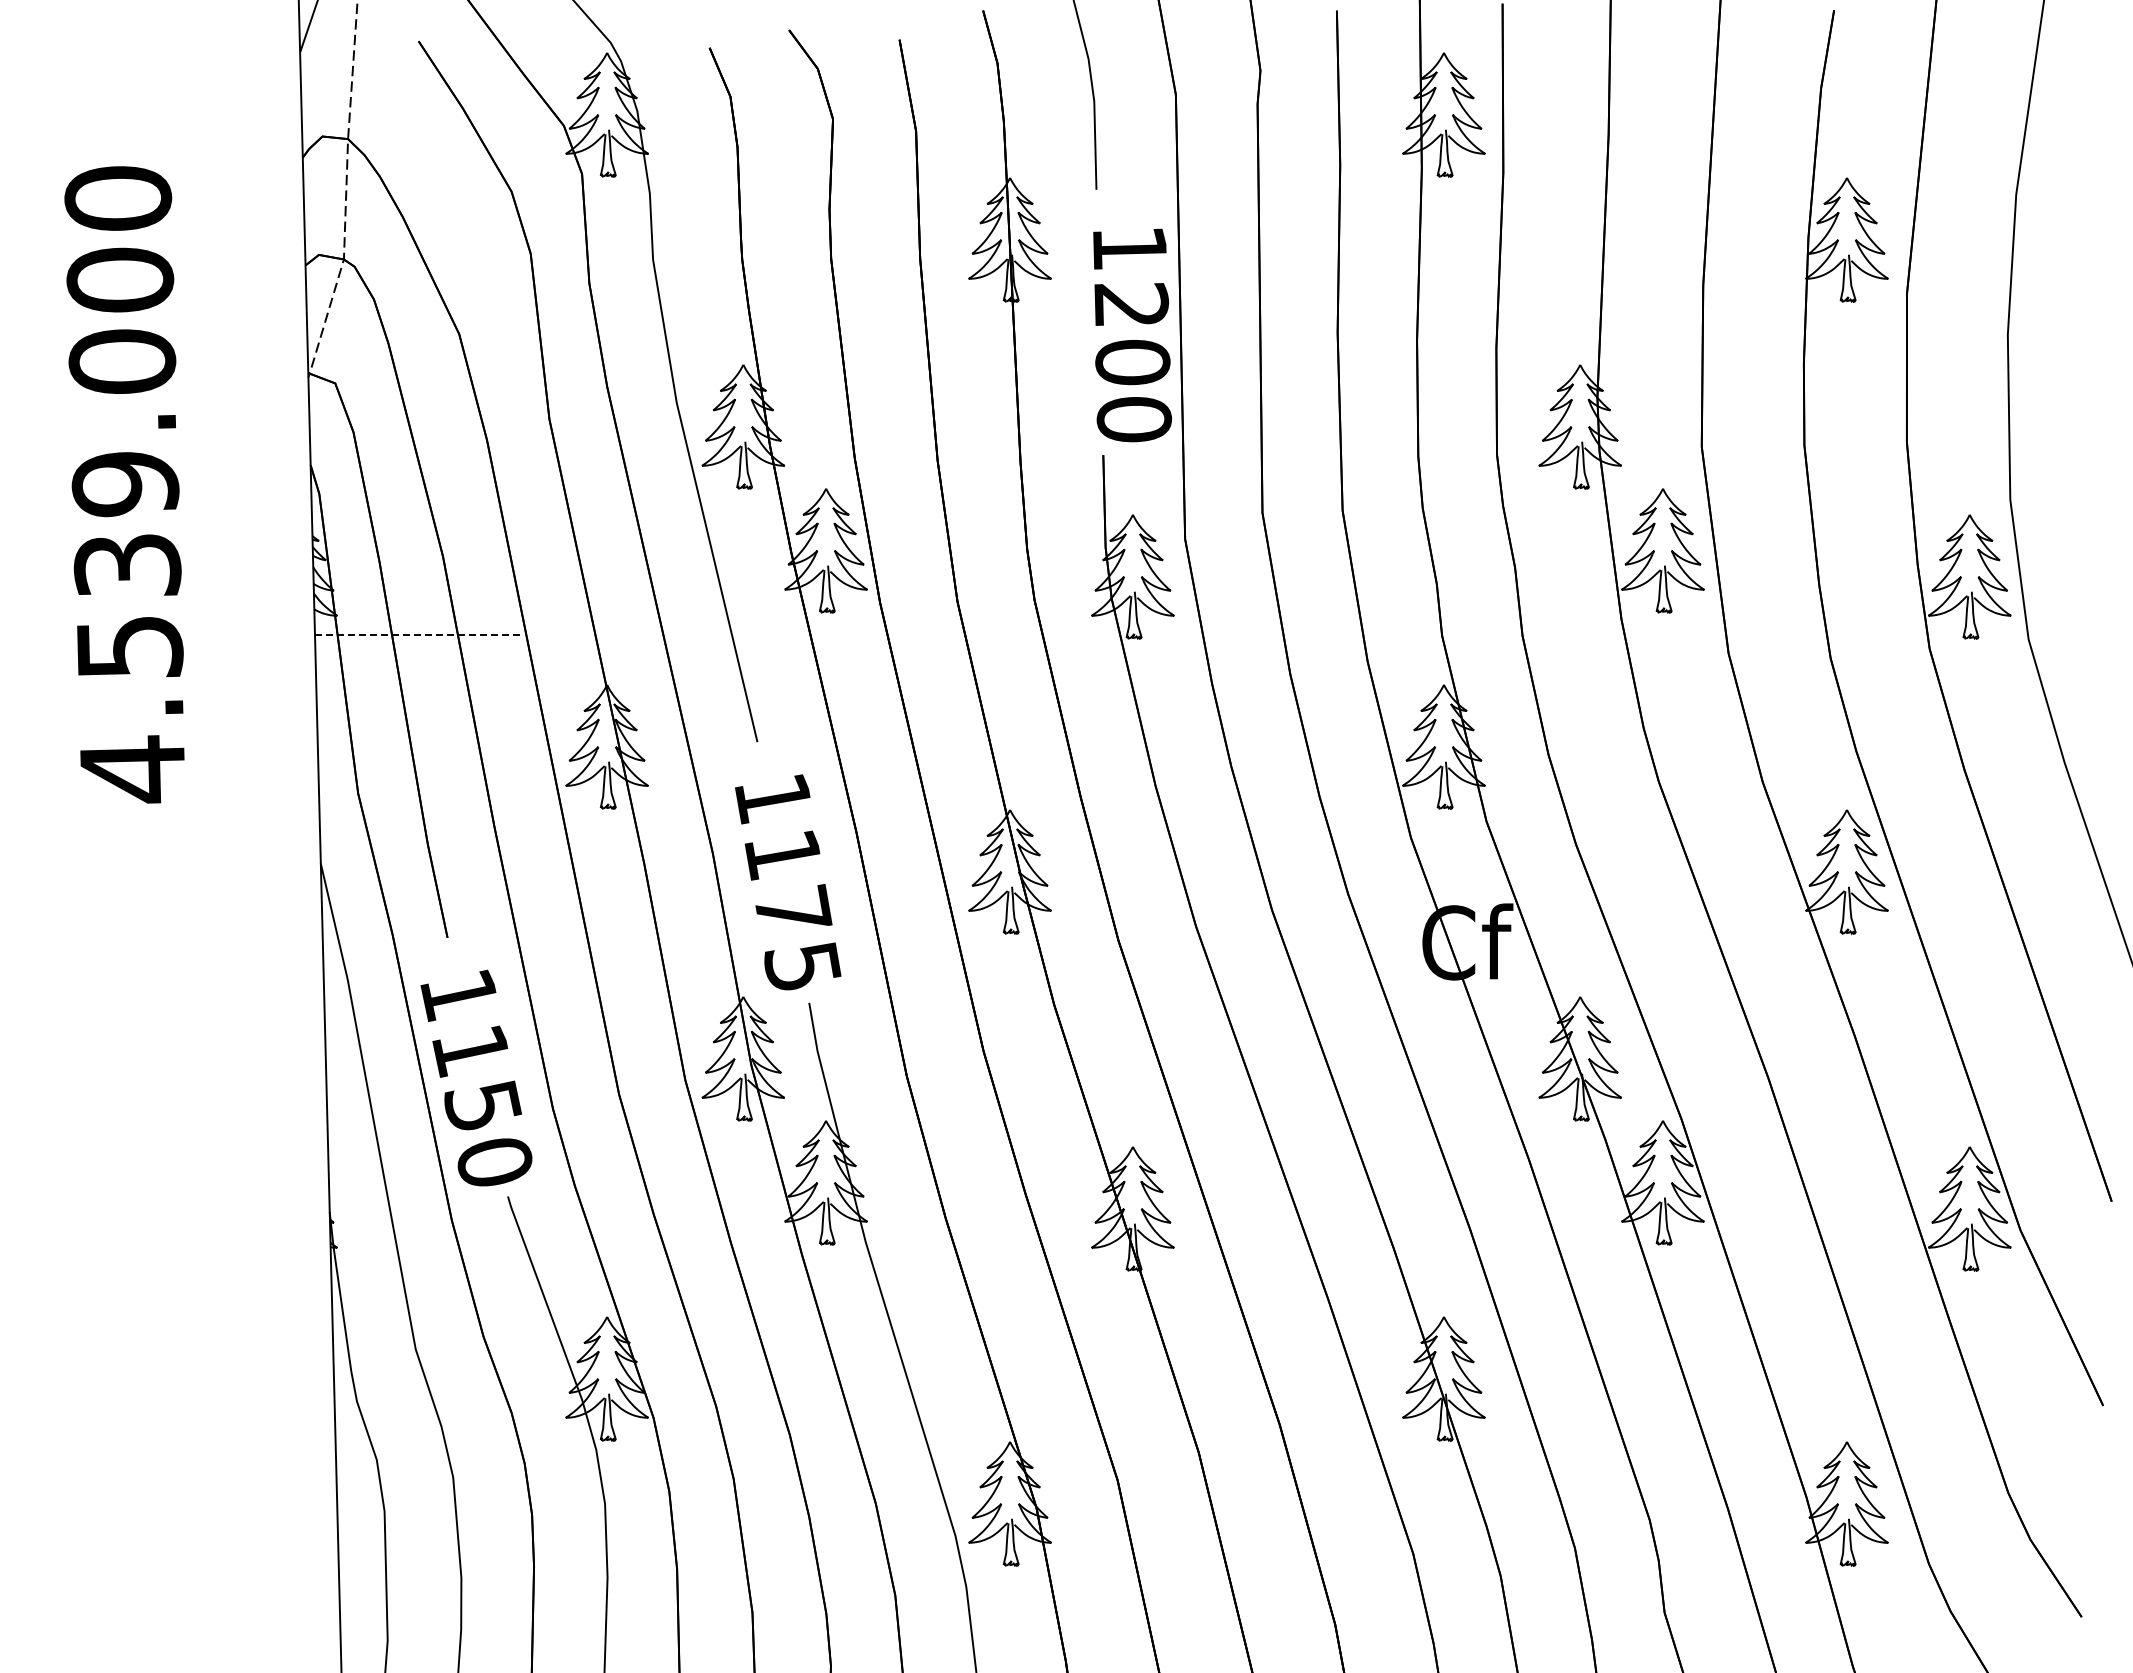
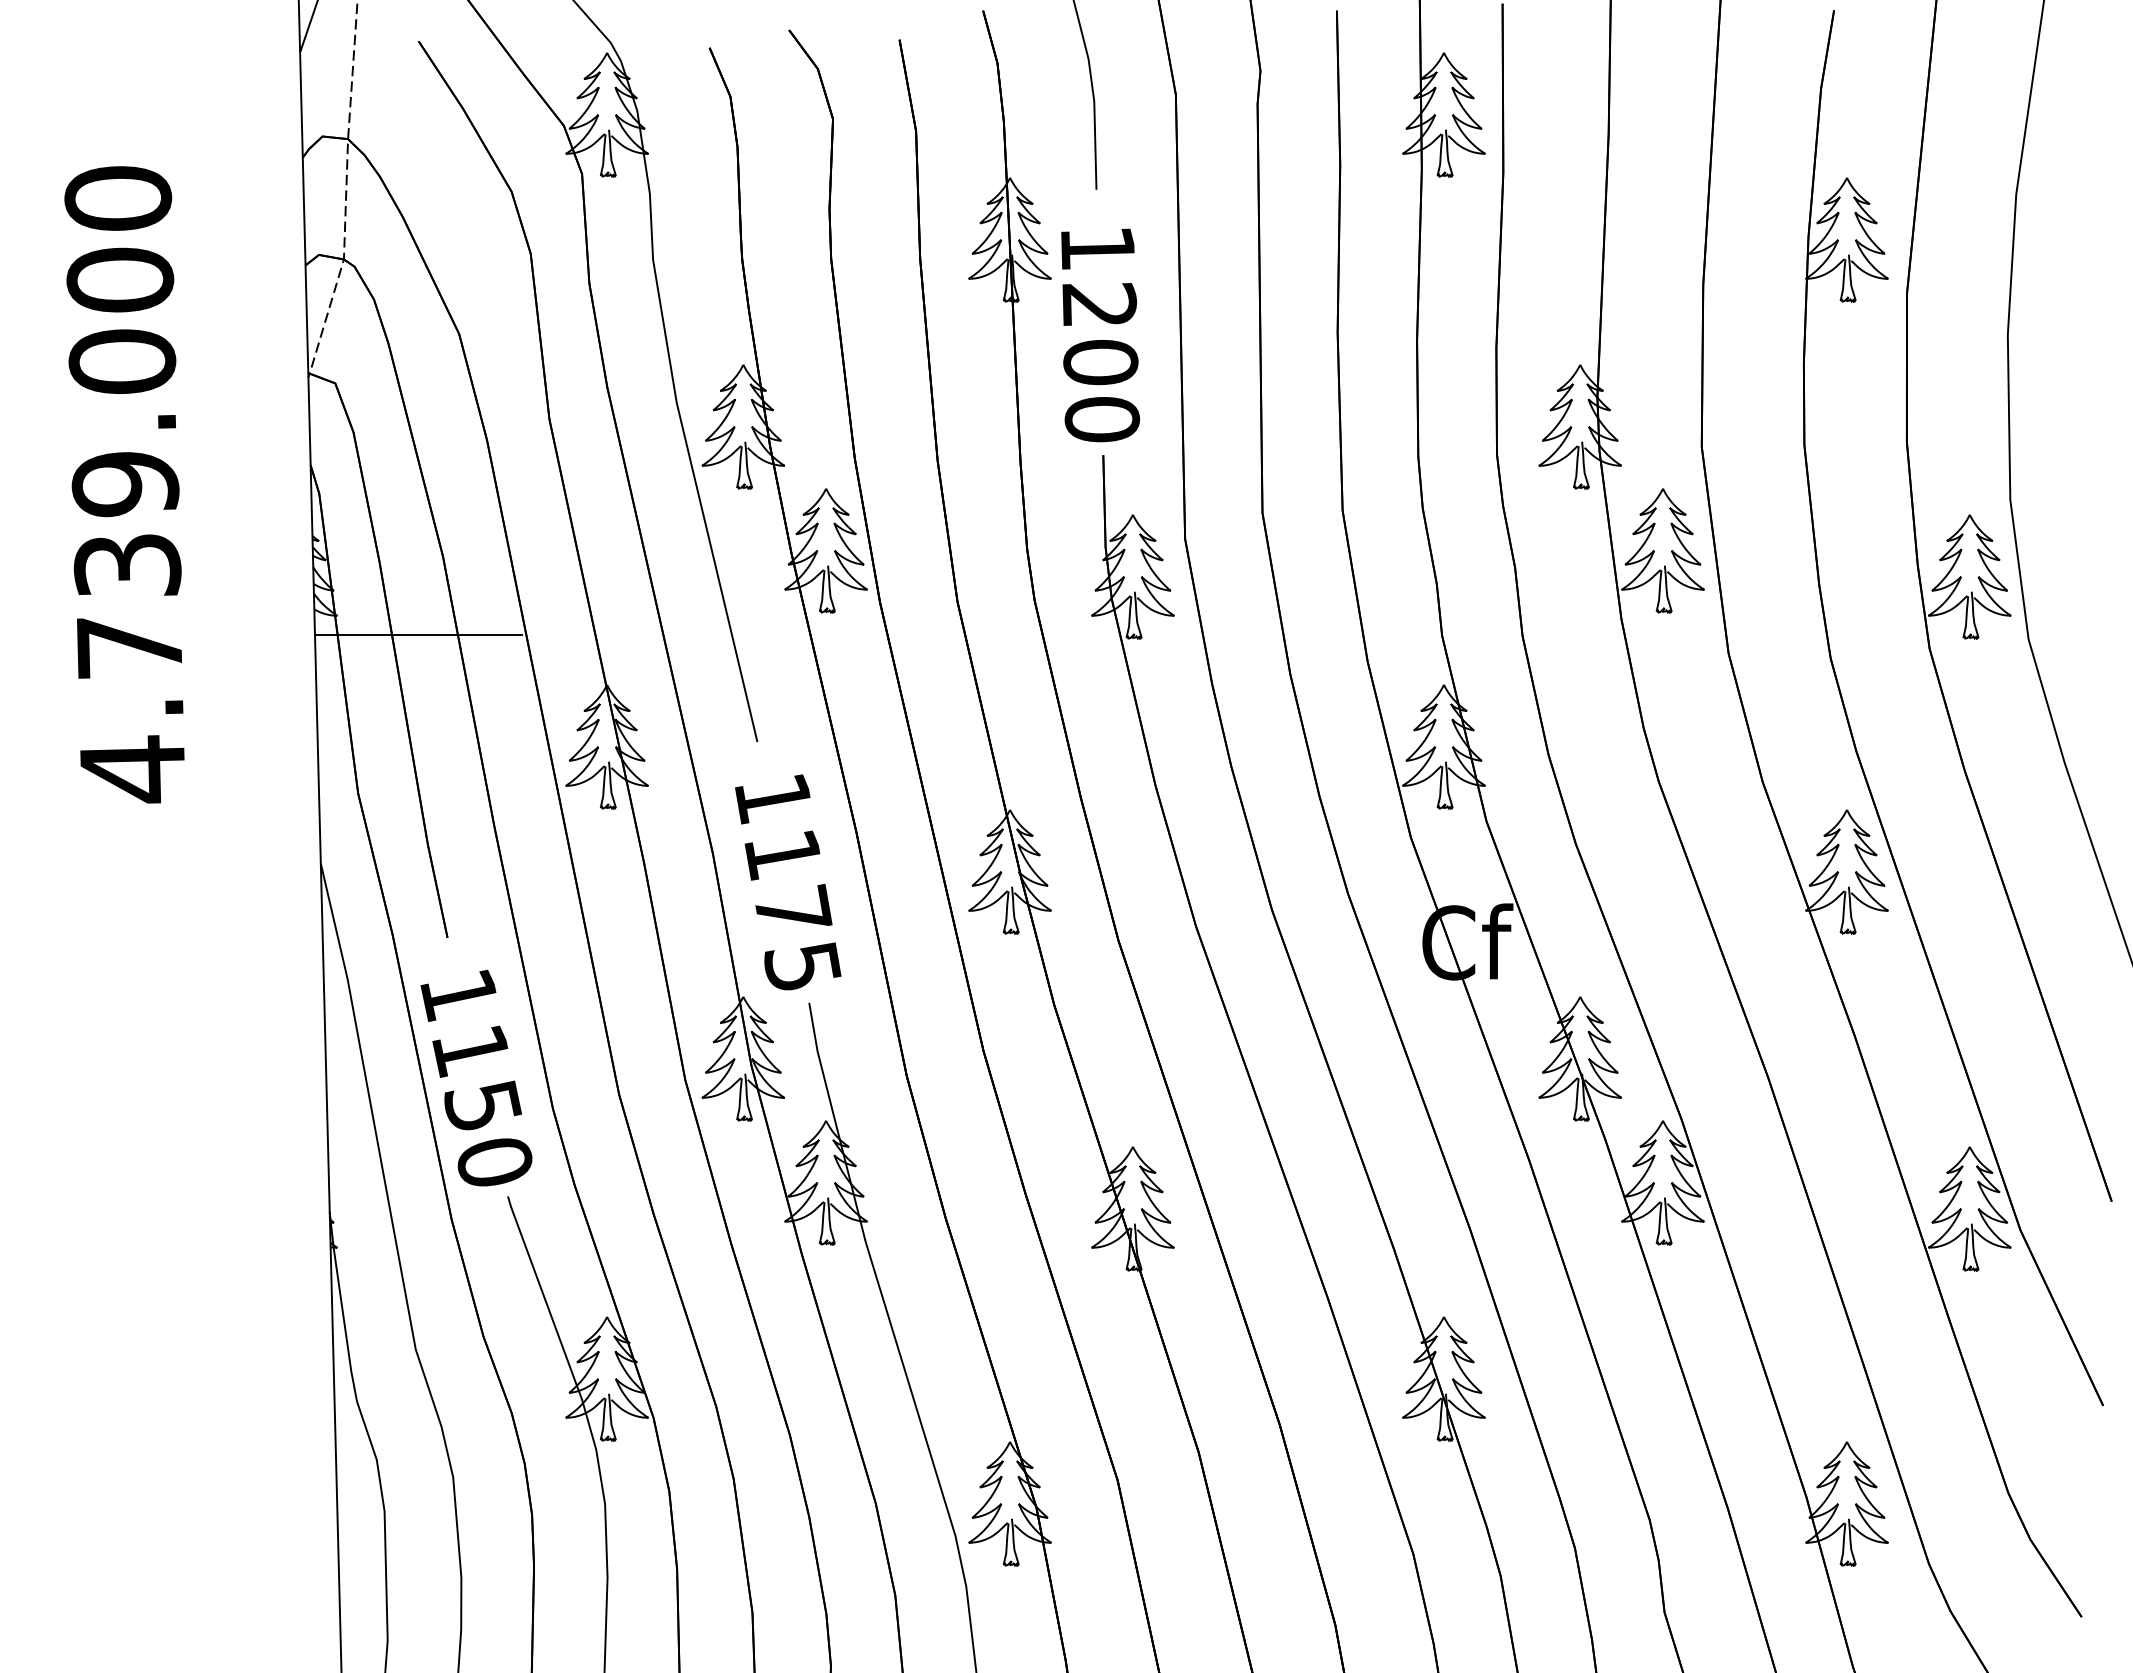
text at (1132, 335) position: (1132, 335) -> (1100, 335)
line at (418, 634): dashed -> solid
text at (130, 647): 4.539.000 -> 4.739.000
